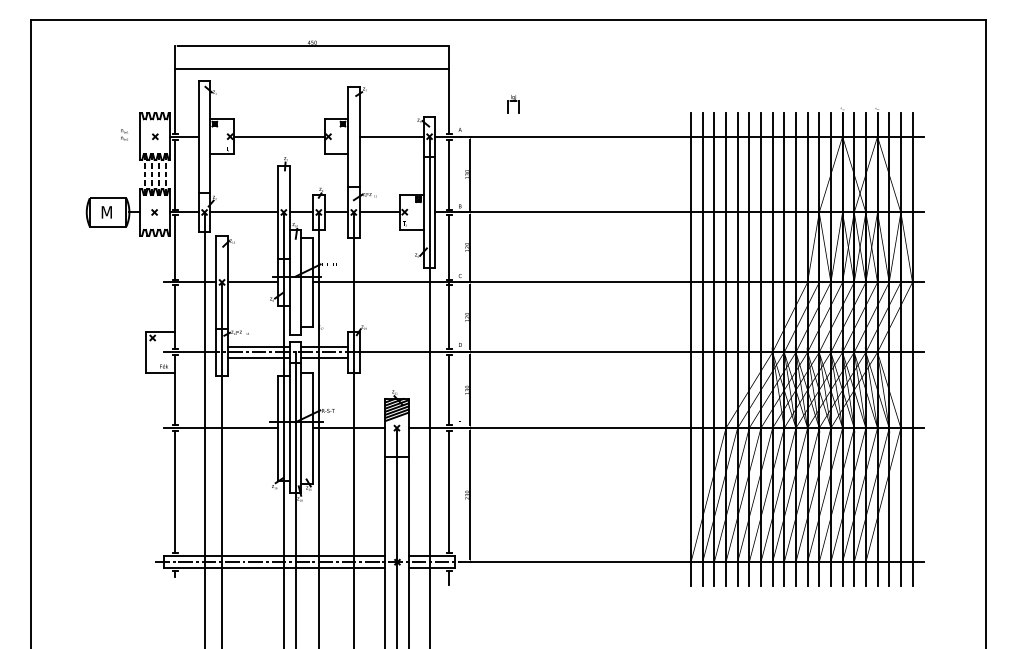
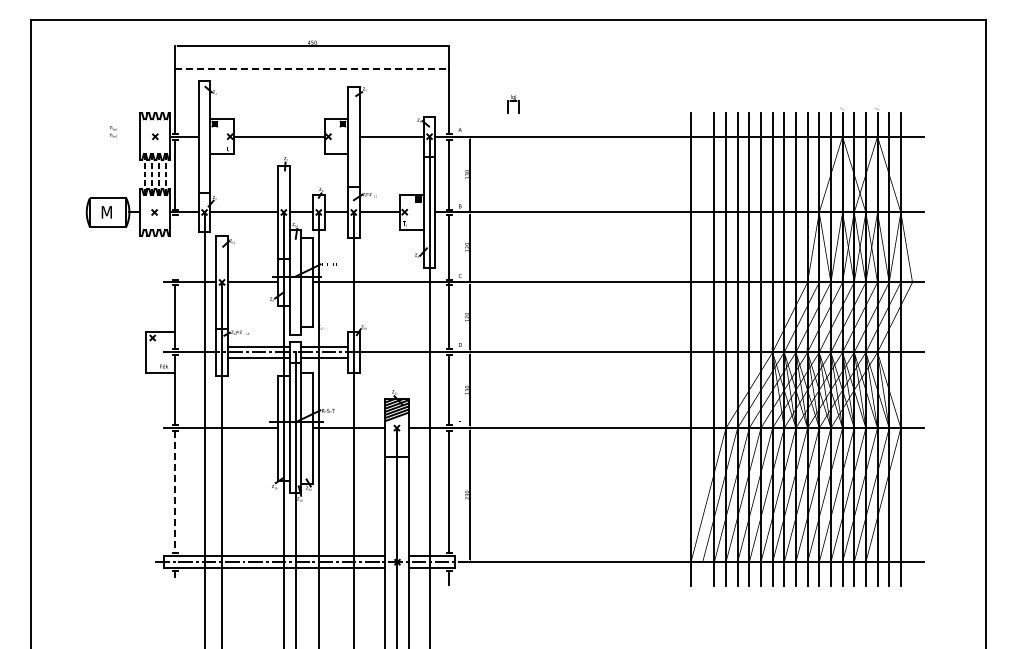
line at (312, 69): solid -> dashed
text at (124, 134) position: (124, 134) -> (113, 131)
line at (175, 247): present -> none
line at (702, 349): present -> none
line at (912, 349): present -> none
line at (175, 492): solid -> dashed
